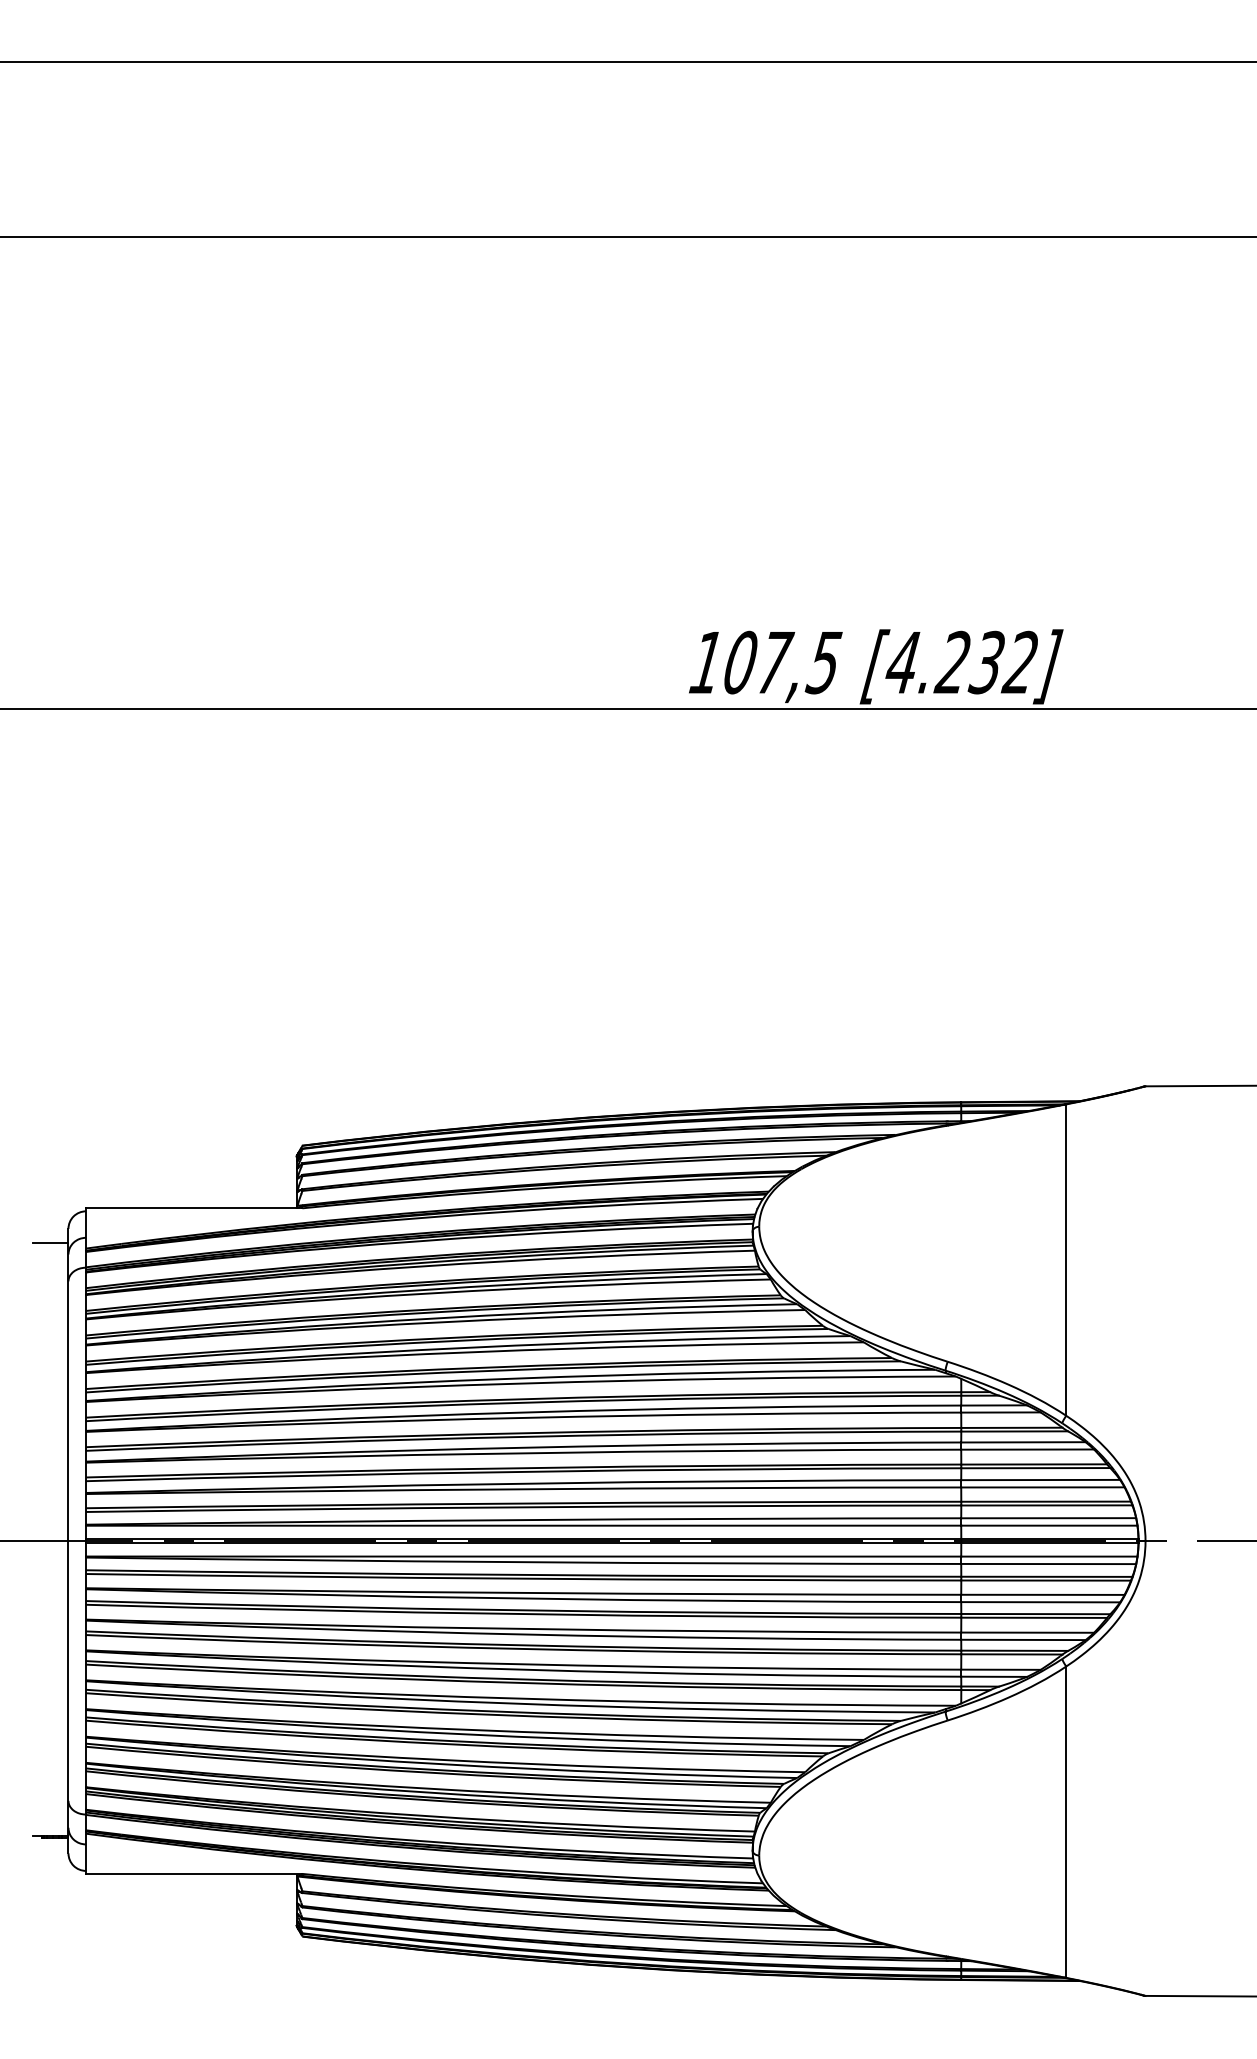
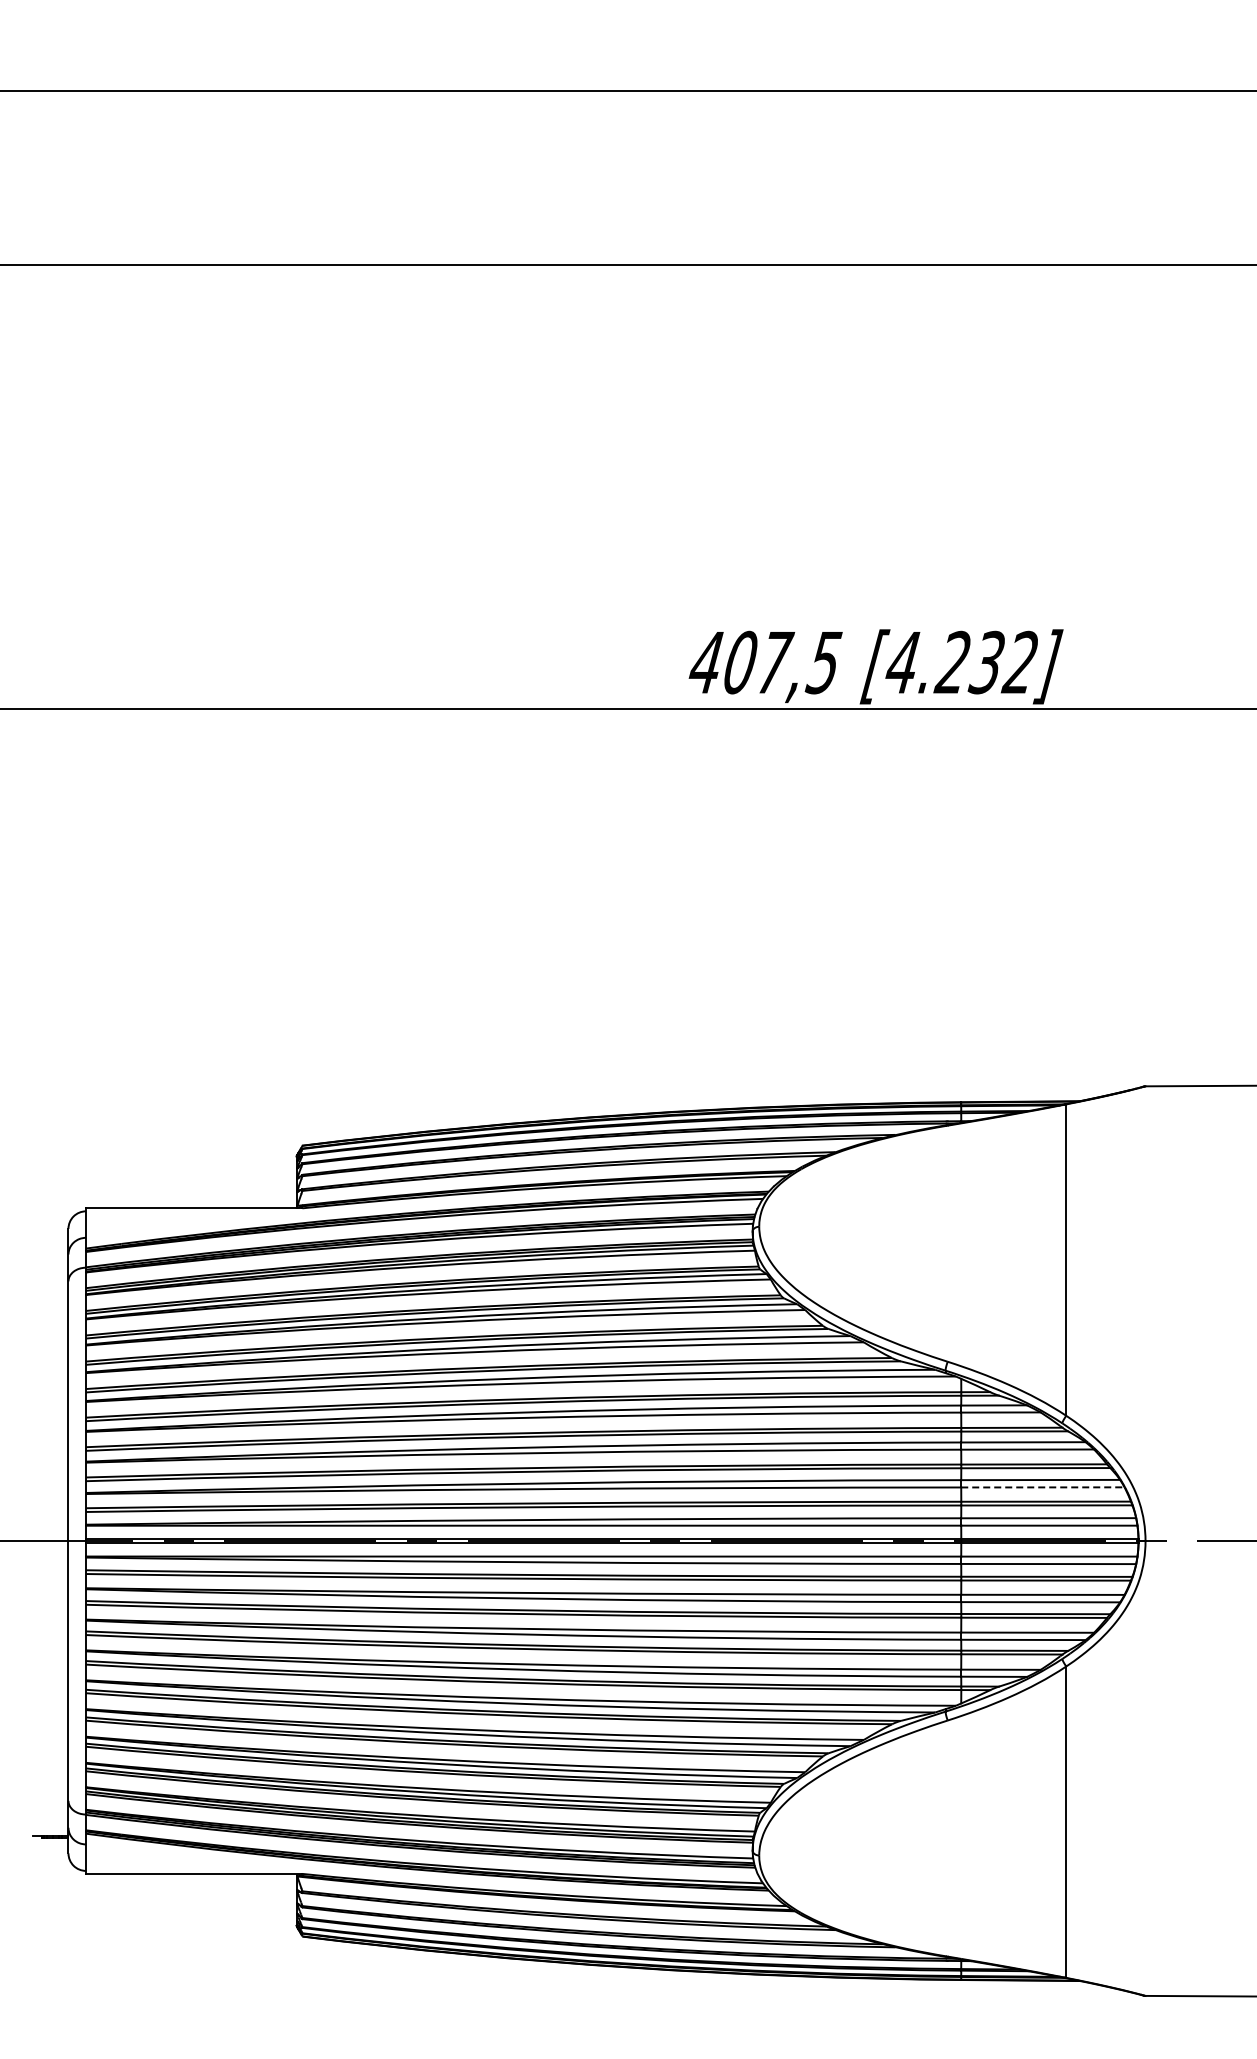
line at (627, 61) position: (627, 61) -> (627, 90)
line at (627, 237) position: (627, 237) -> (627, 265)
text at (705, 662): 107,5 -> 407,5
line at (50, 1242): present -> none
line at (1042, 1487): solid -> dashed
